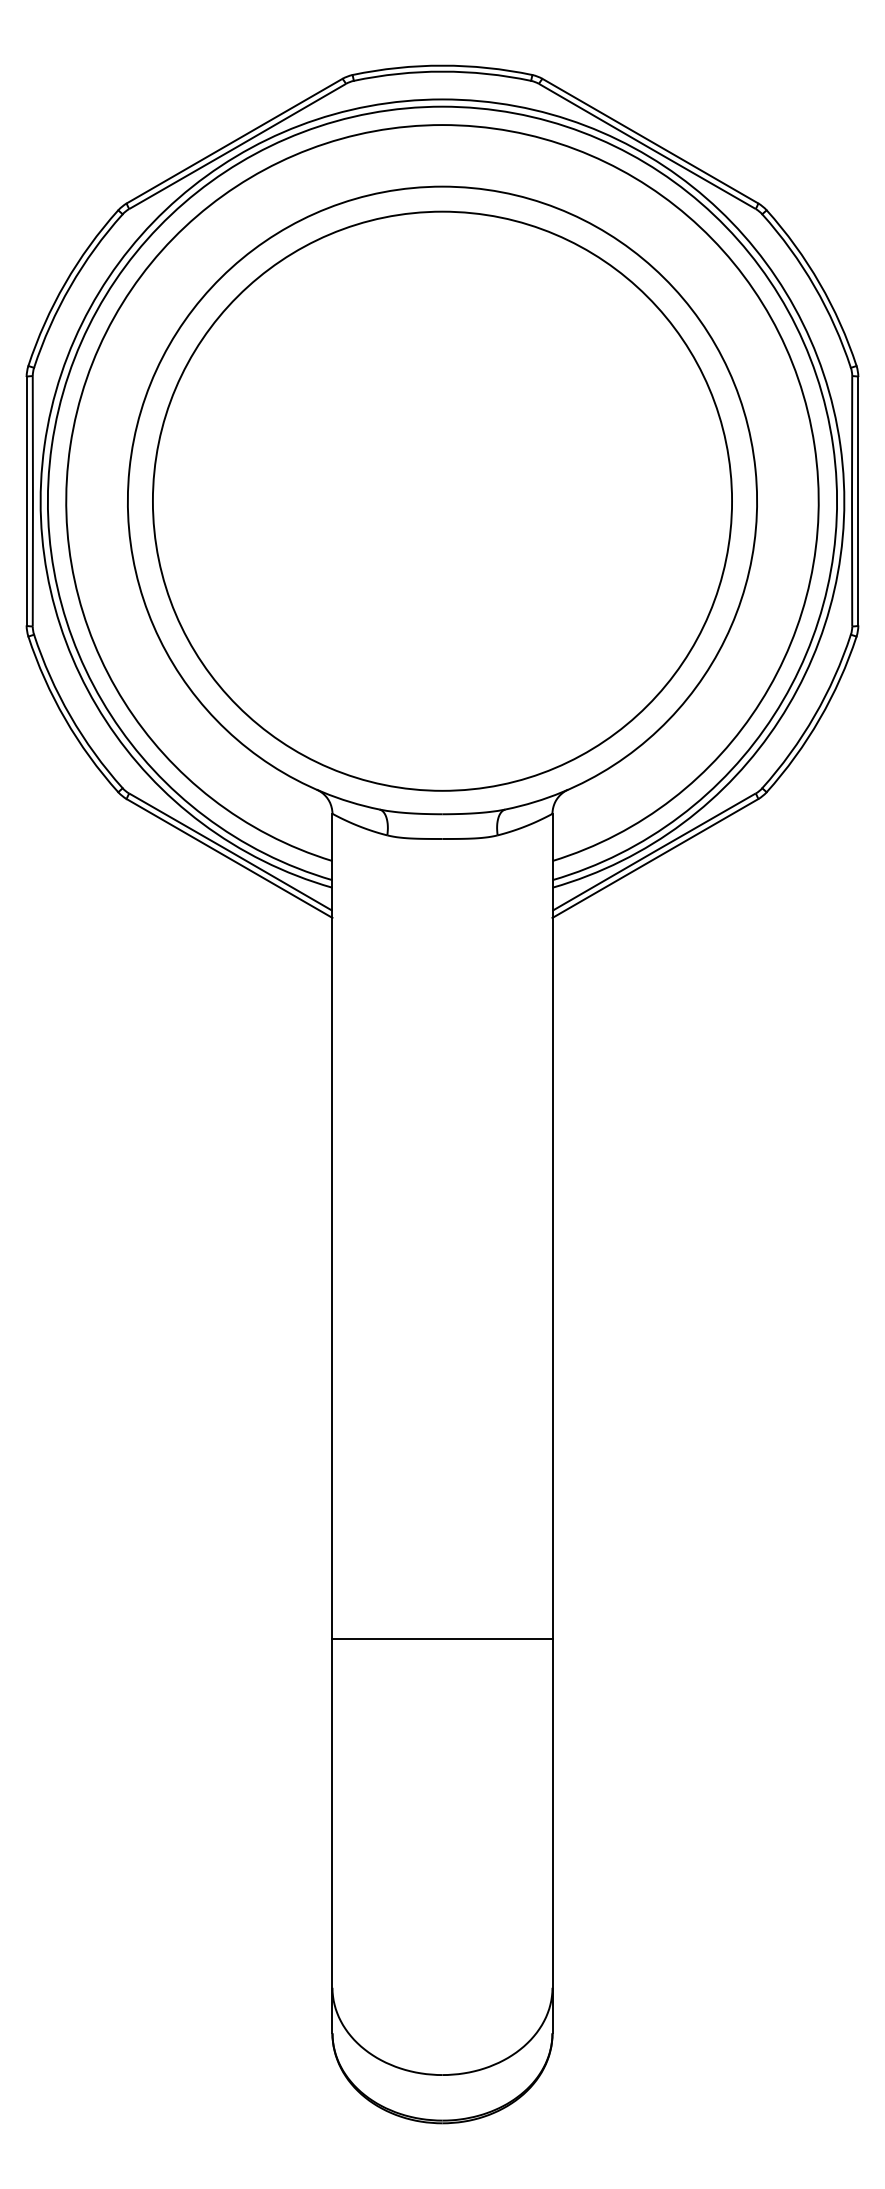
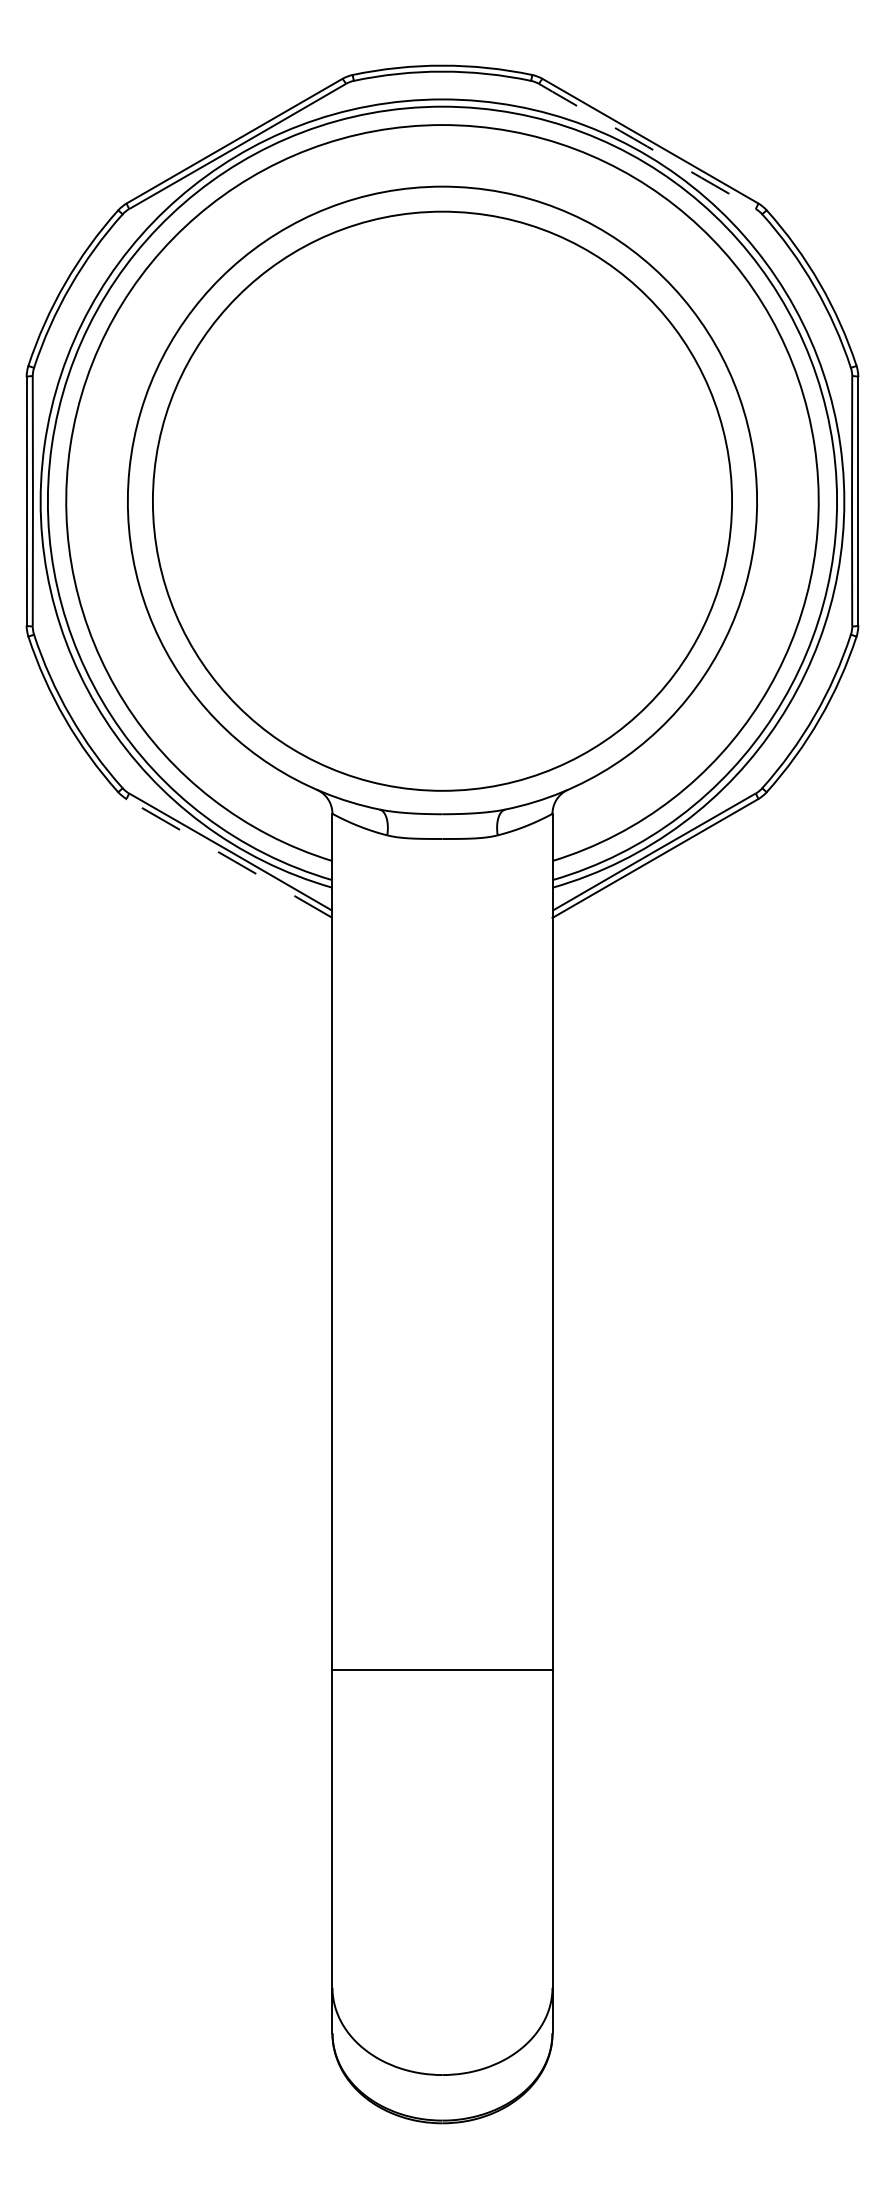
arc at (647, 146): solid -> dashed
line at (229, 858): solid -> dashed
line at (442, 1638) position: (442, 1638) -> (442, 1669)
